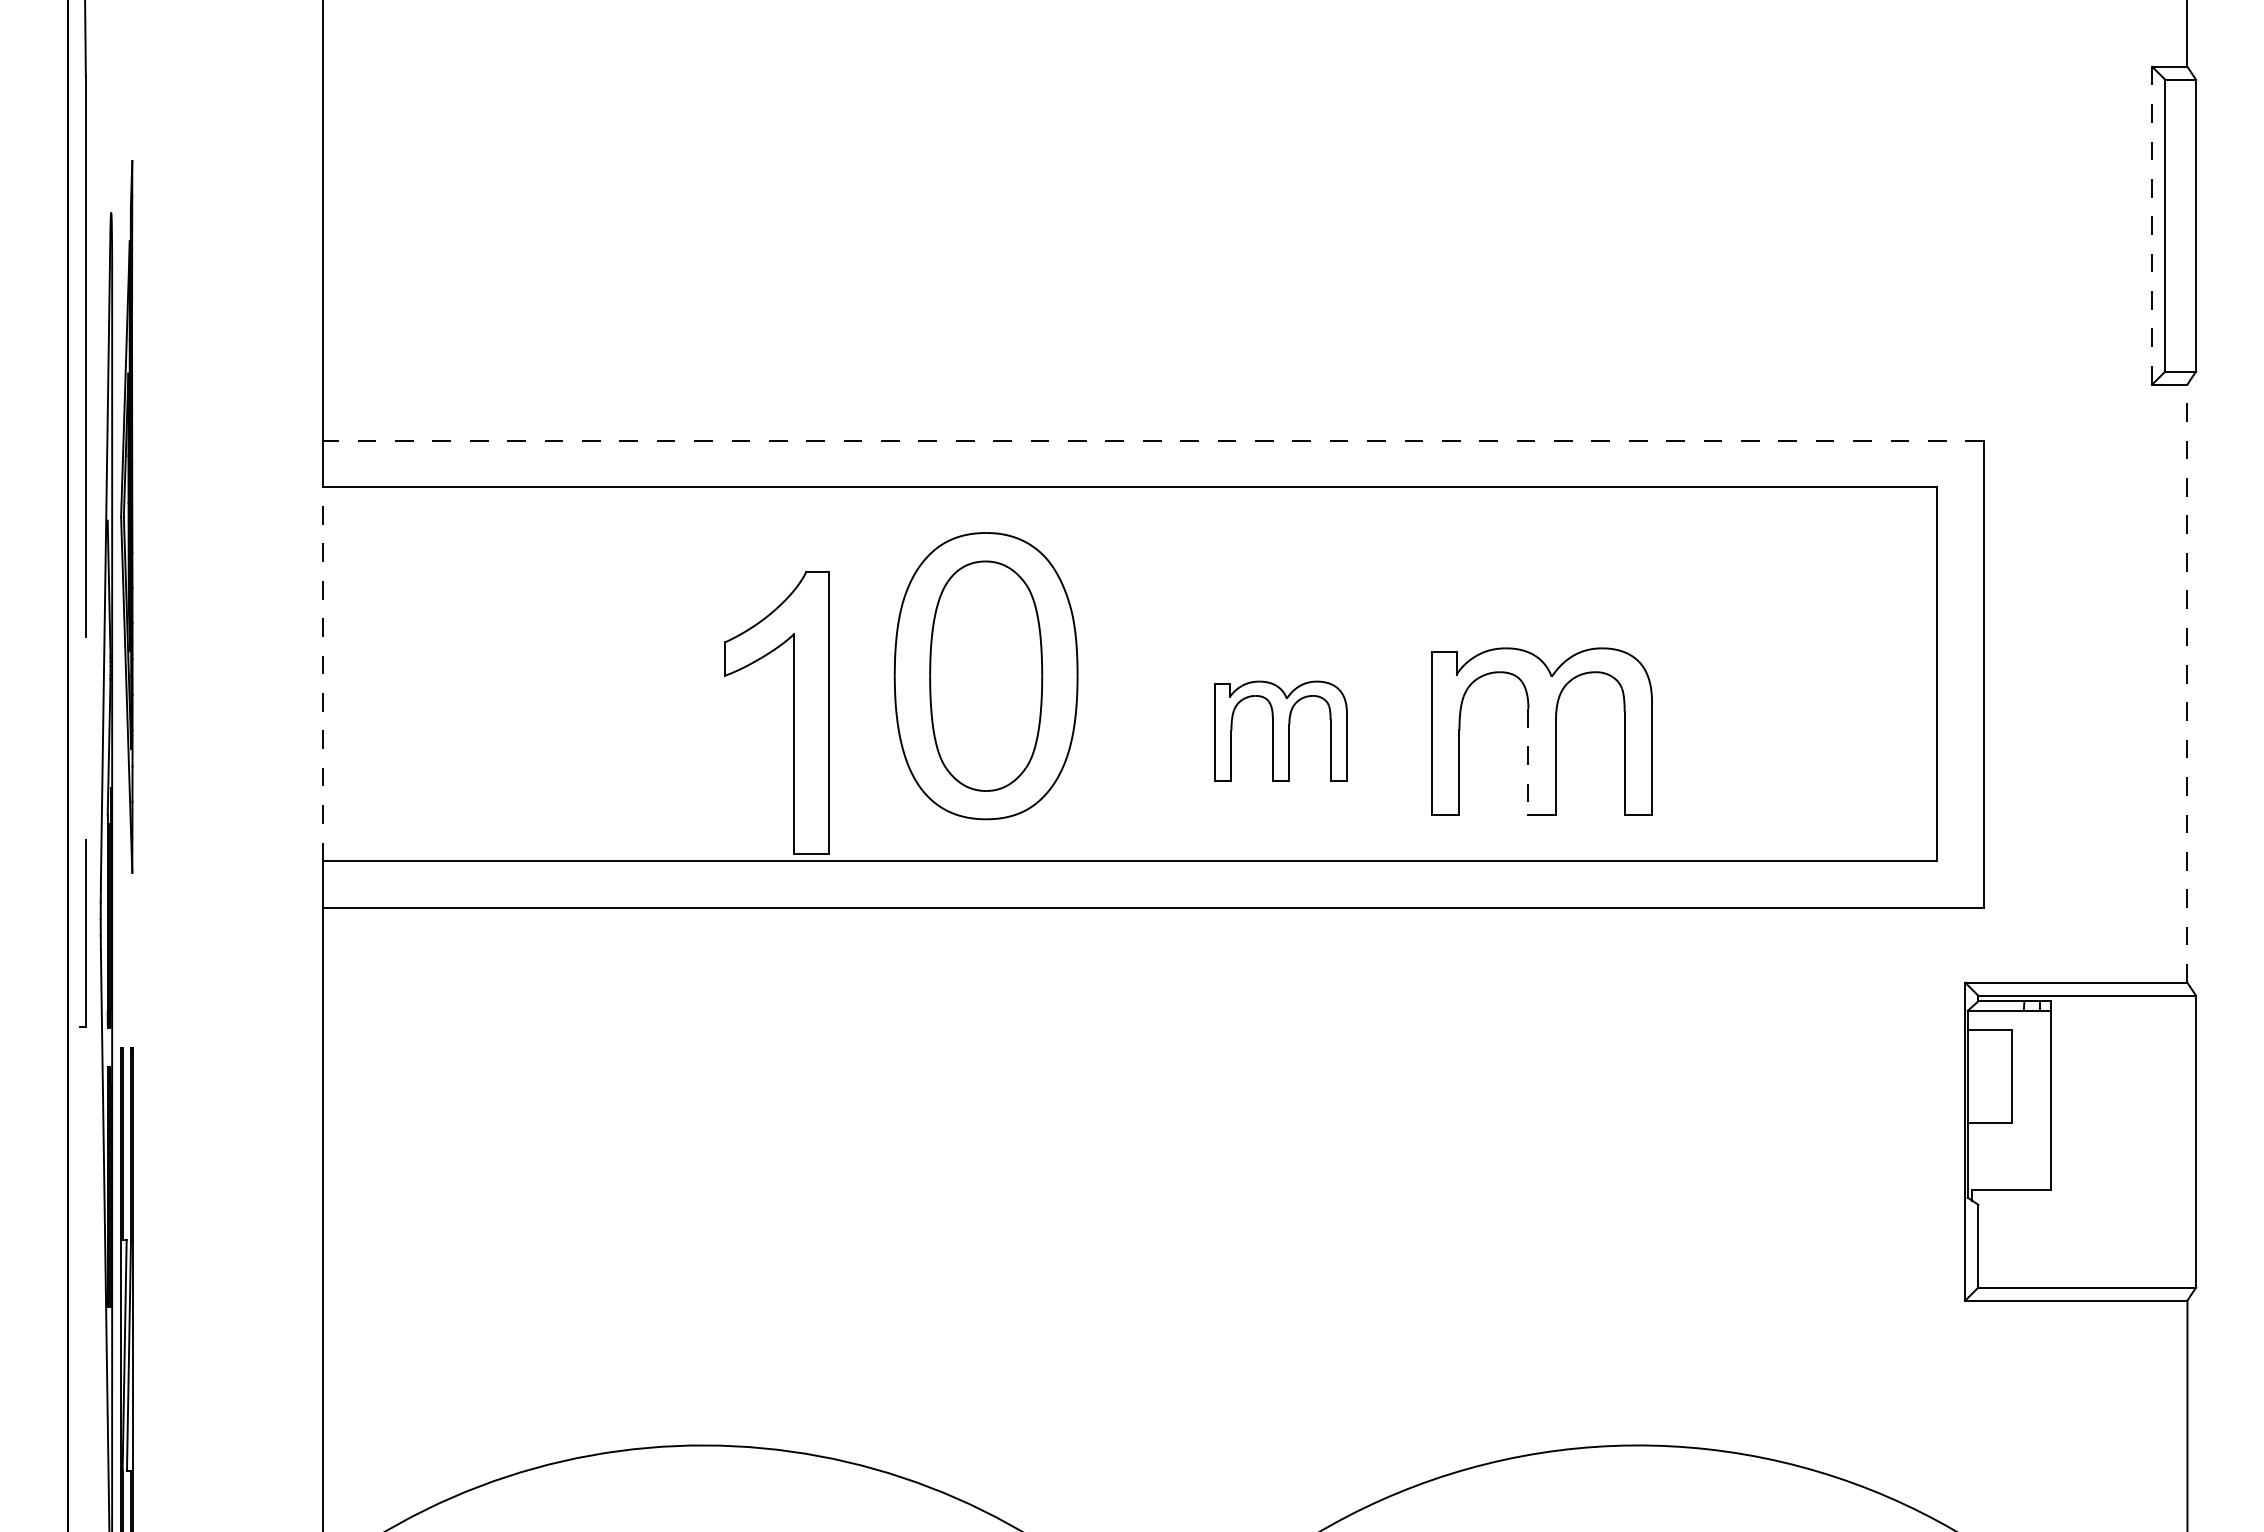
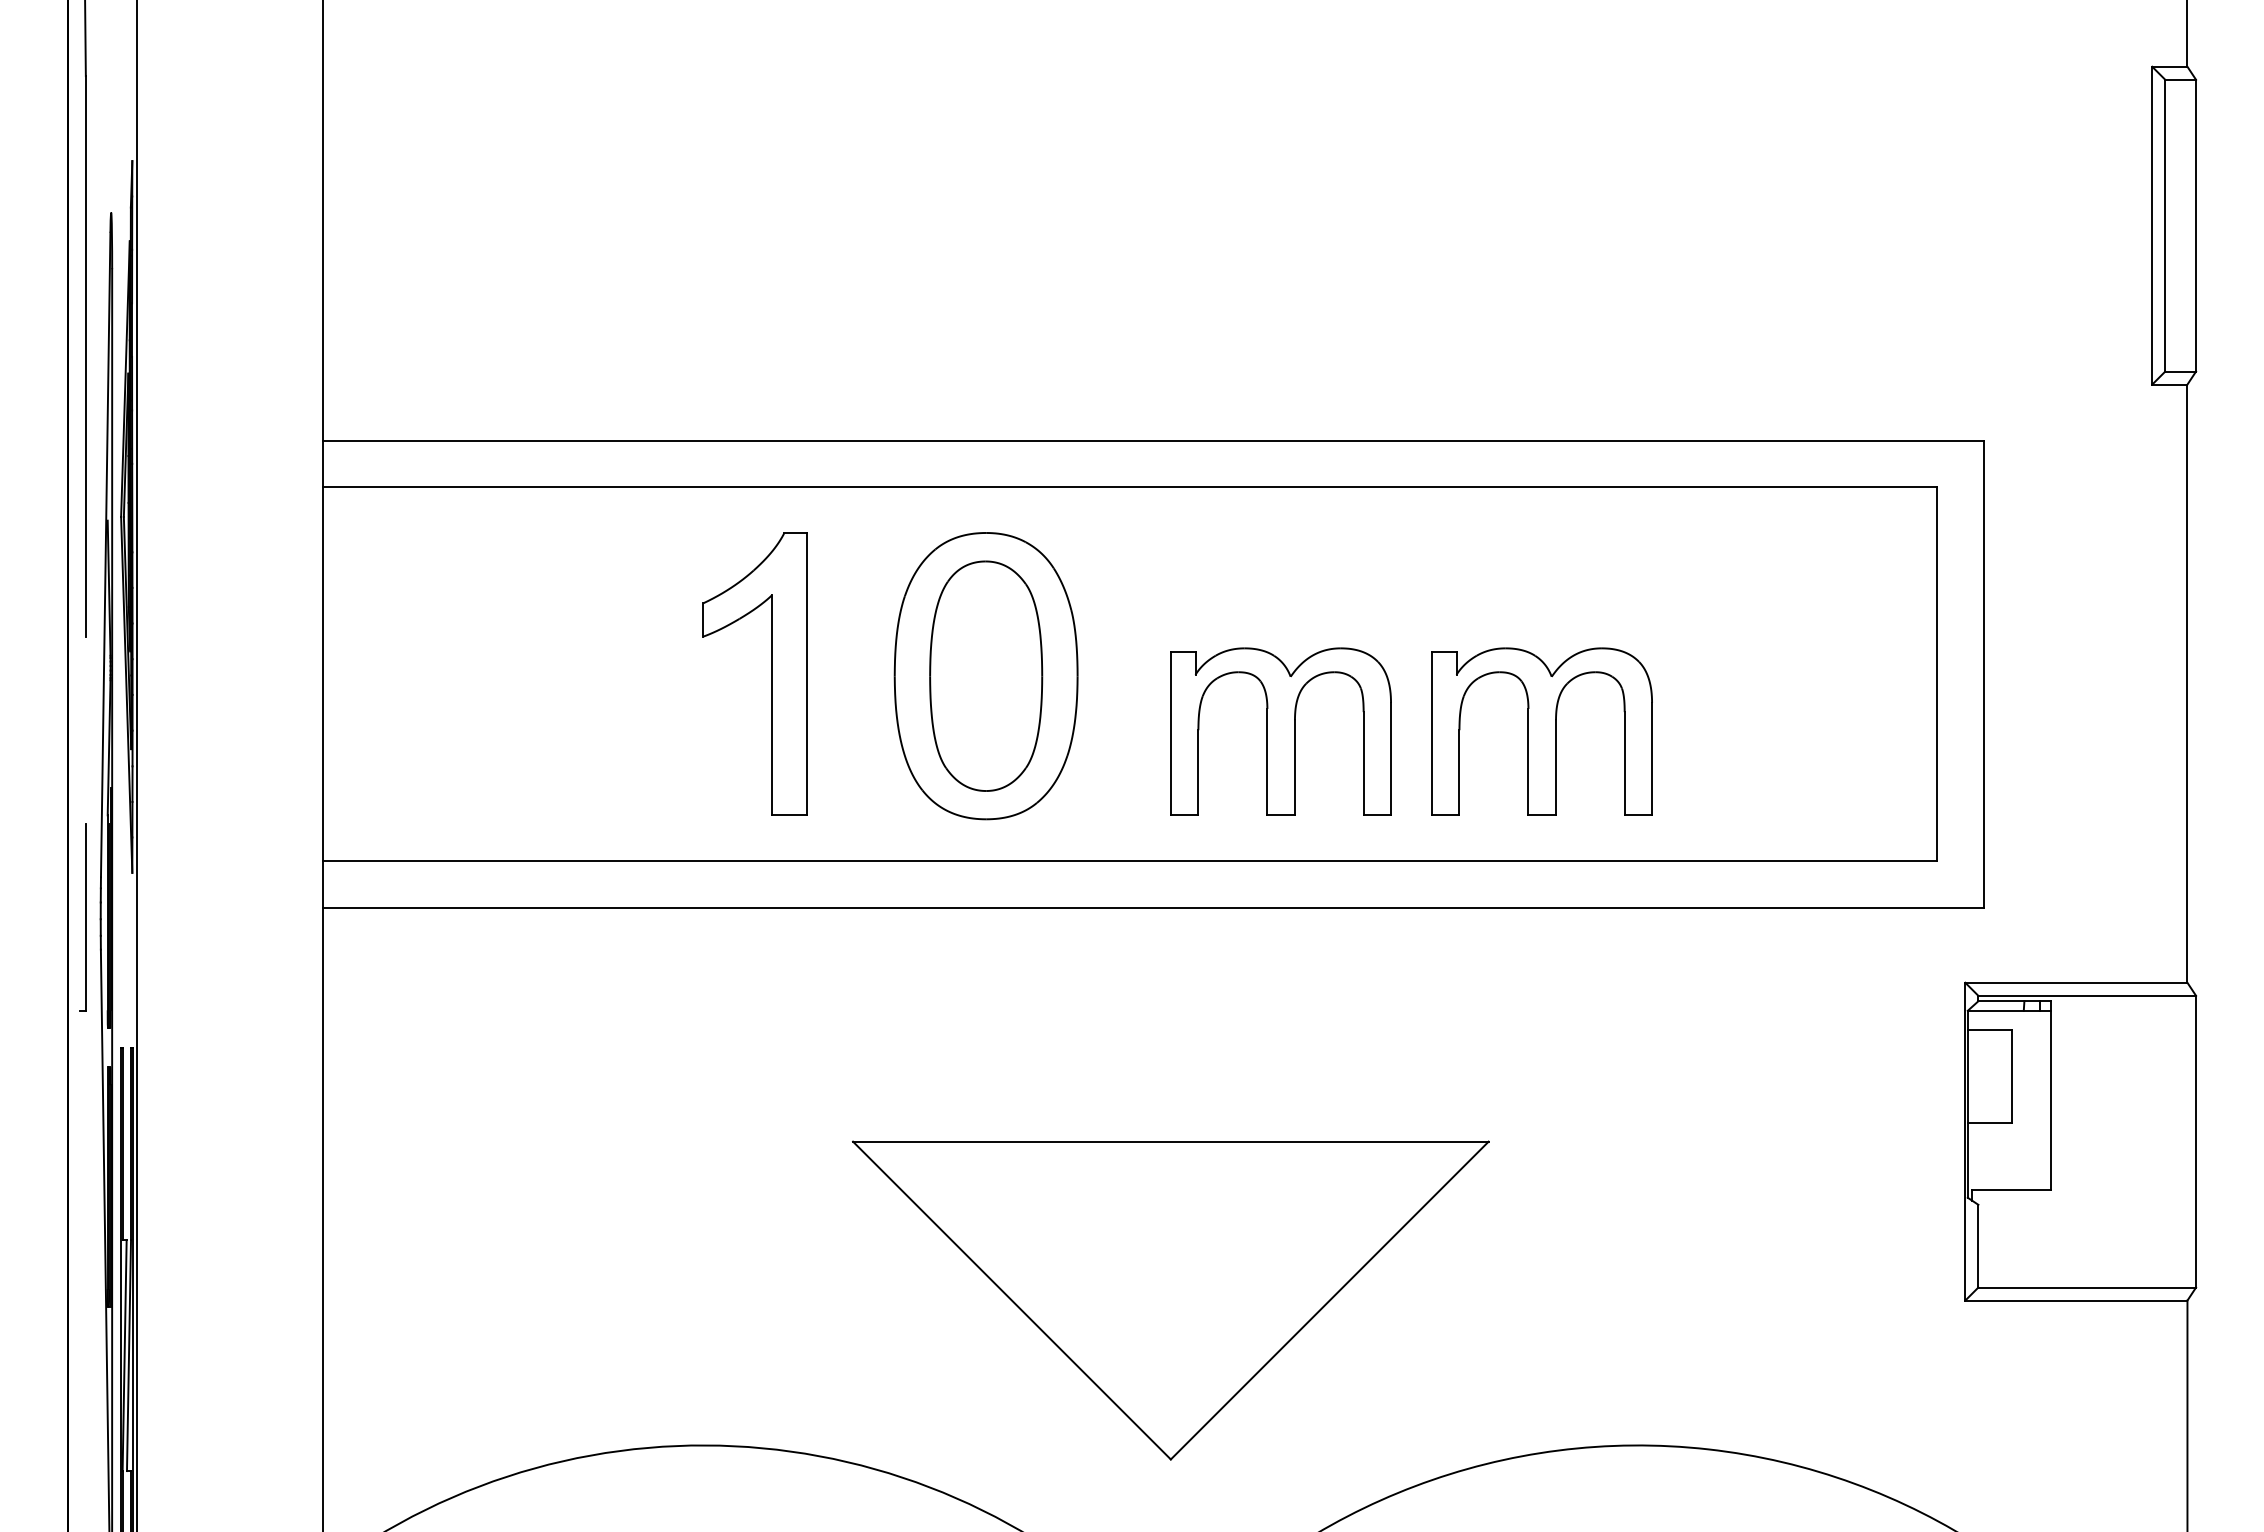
line at (2152, 225): dashed -> solid
line at (1153, 440): dashed -> solid
line at (323, 674): dashed -> solid
line at (2187, 683): dashed -> solid
part at (793, 712) position: (793, 712) -> (771, 673)
part at (1280, 730) size: 134x102 px -> 222x169 px
line at (1528, 761): dashed -> solid
line at (136, 765): none -> present
part at (82, 933) position: (82, 933) -> (82, 917)
part at (1170, 1300): none -> present
